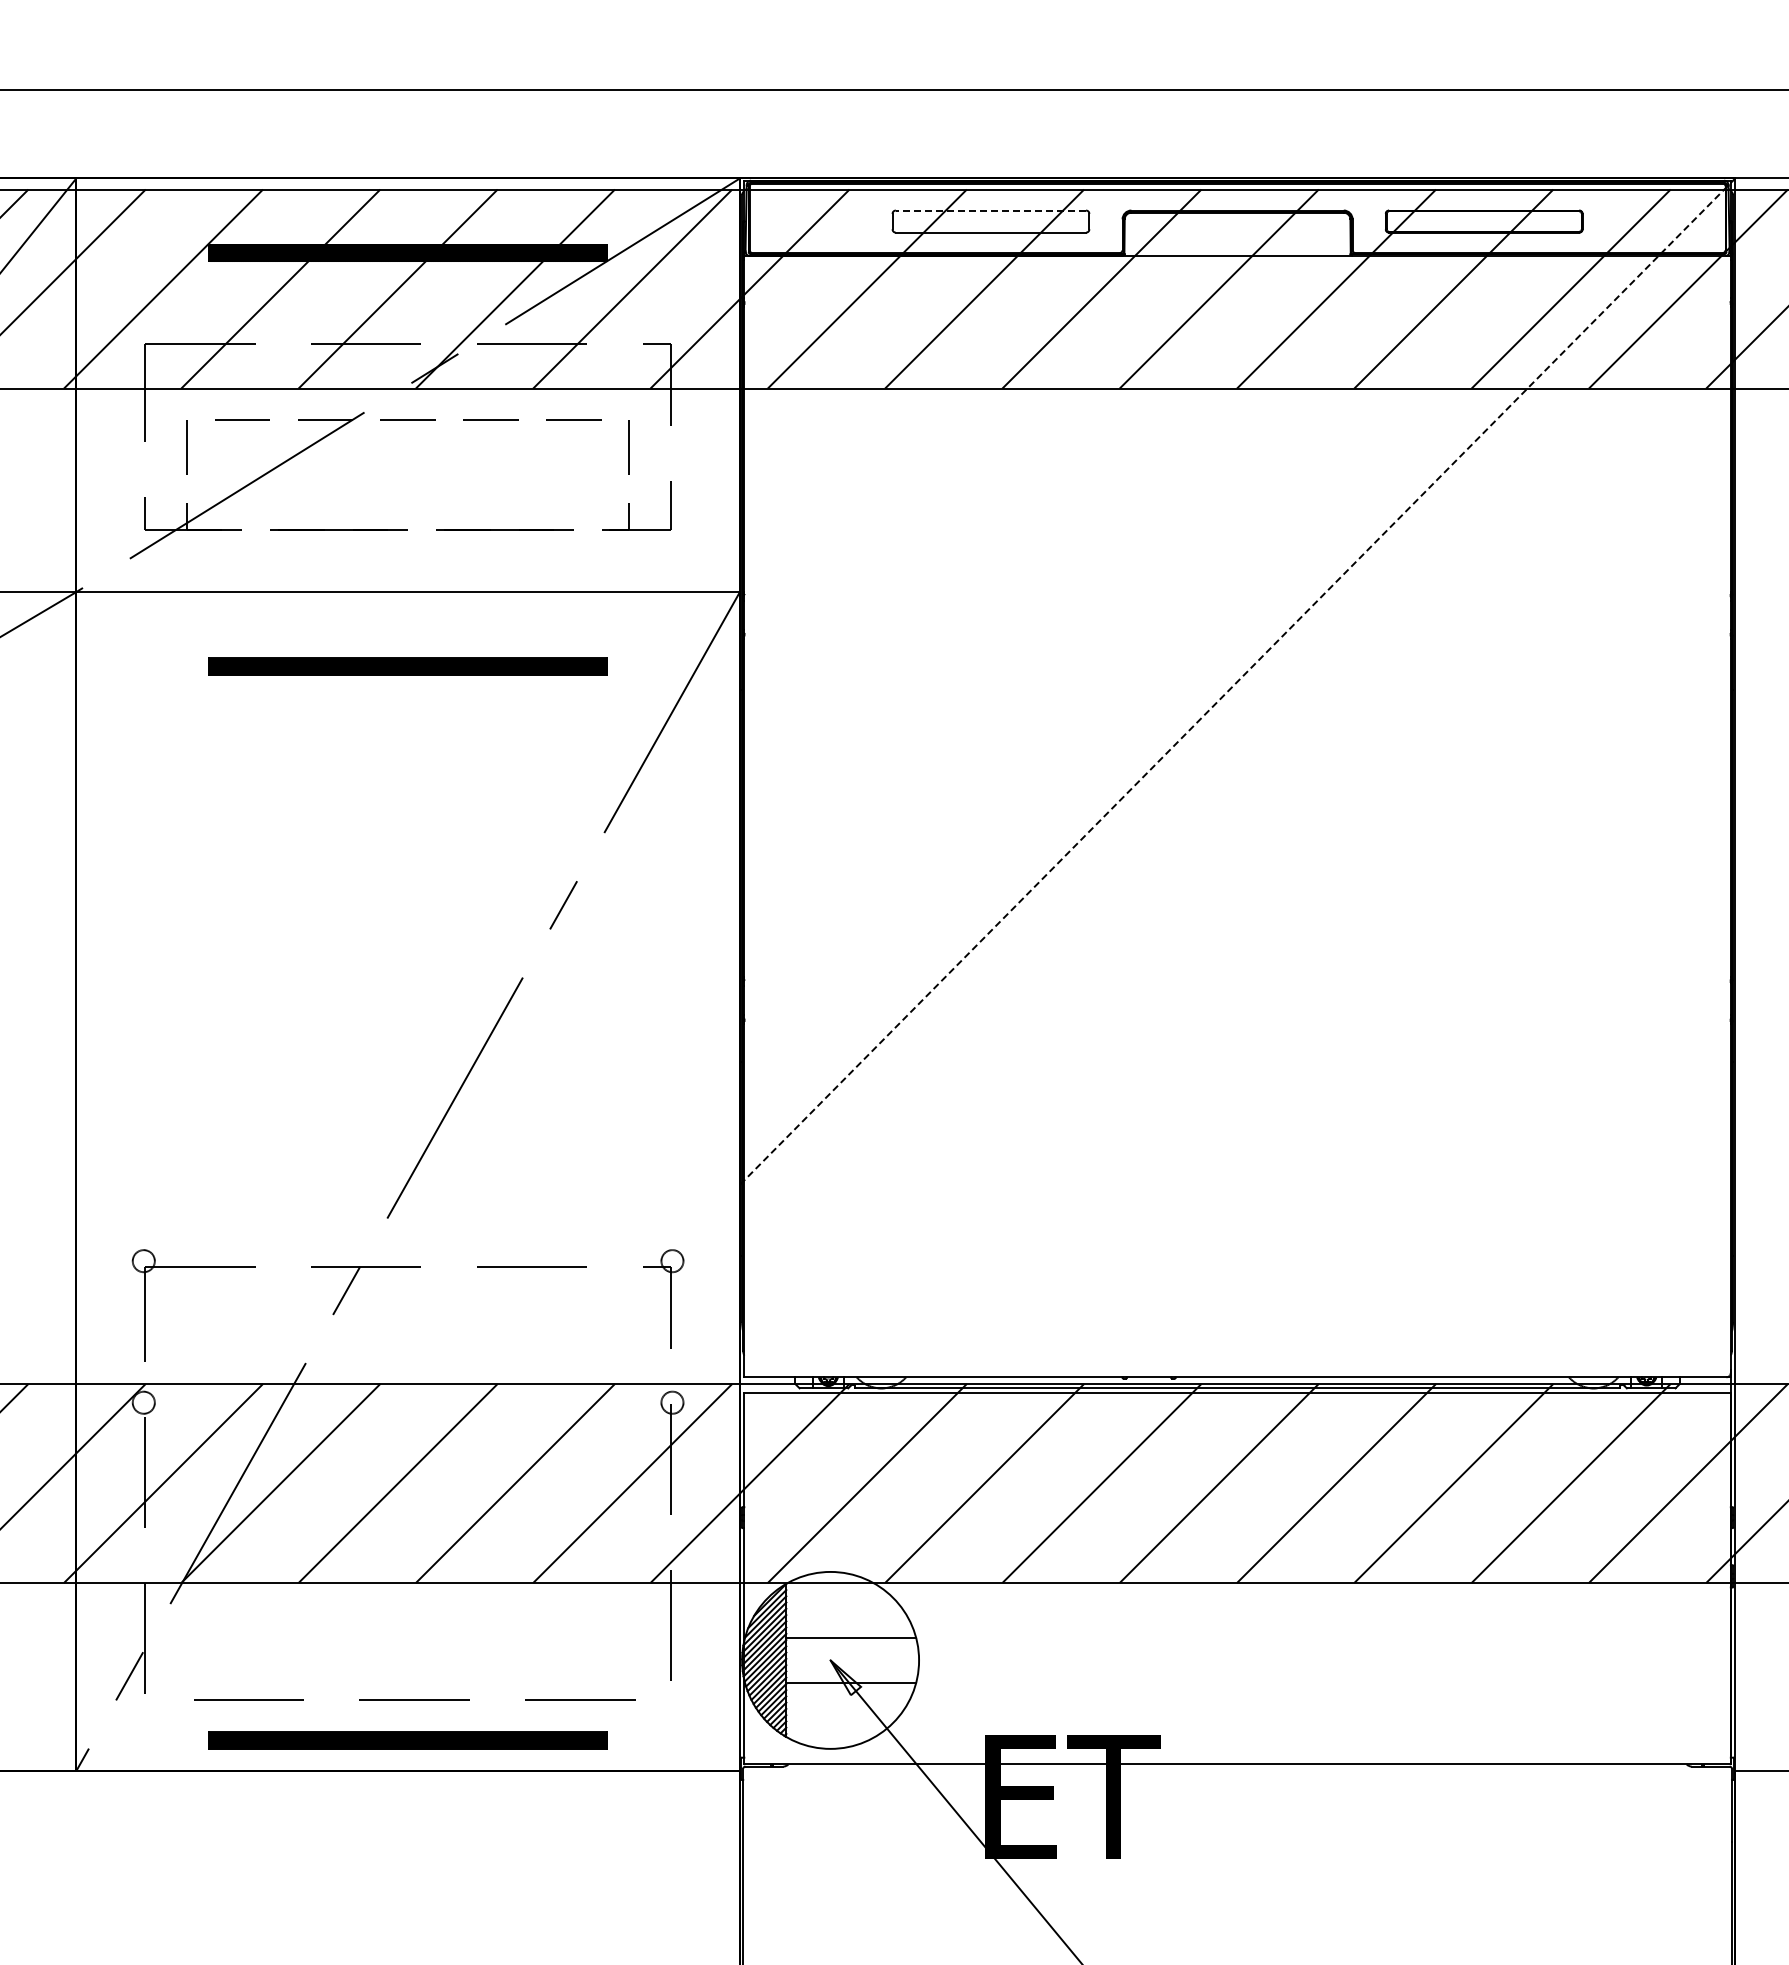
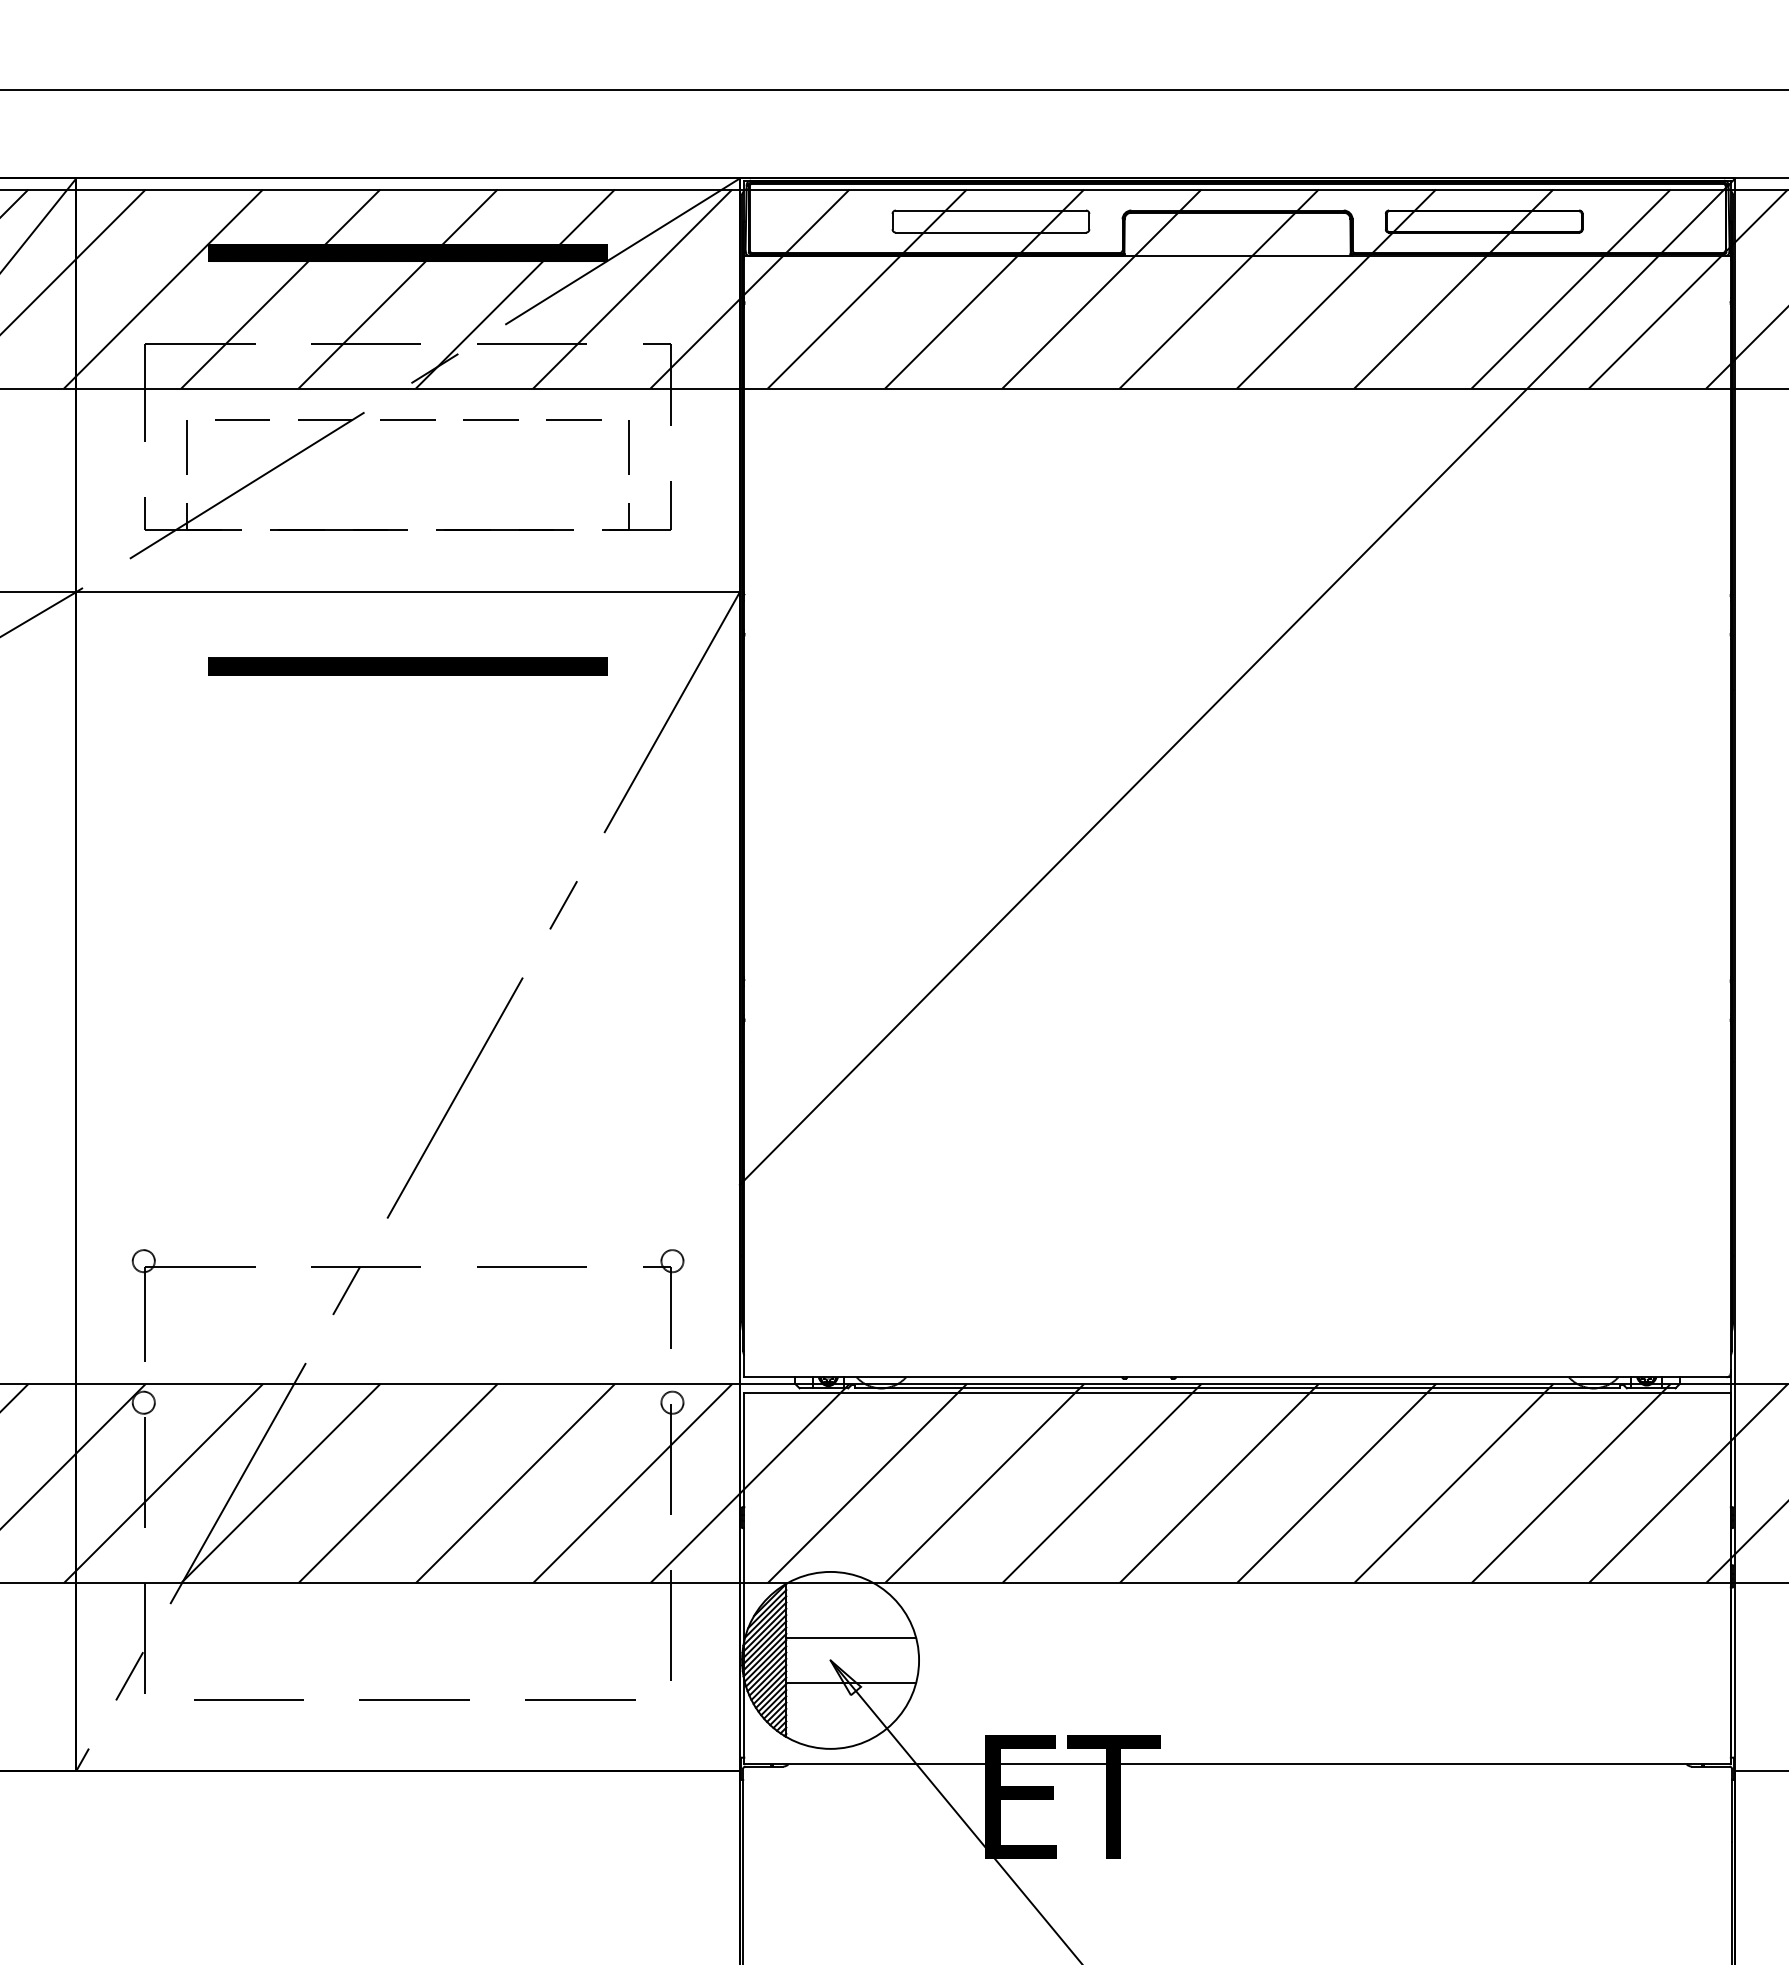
line at (990, 210): dashed -> solid
line at (1237, 681): dashed -> solid
part at (407, 1740): present -> none
